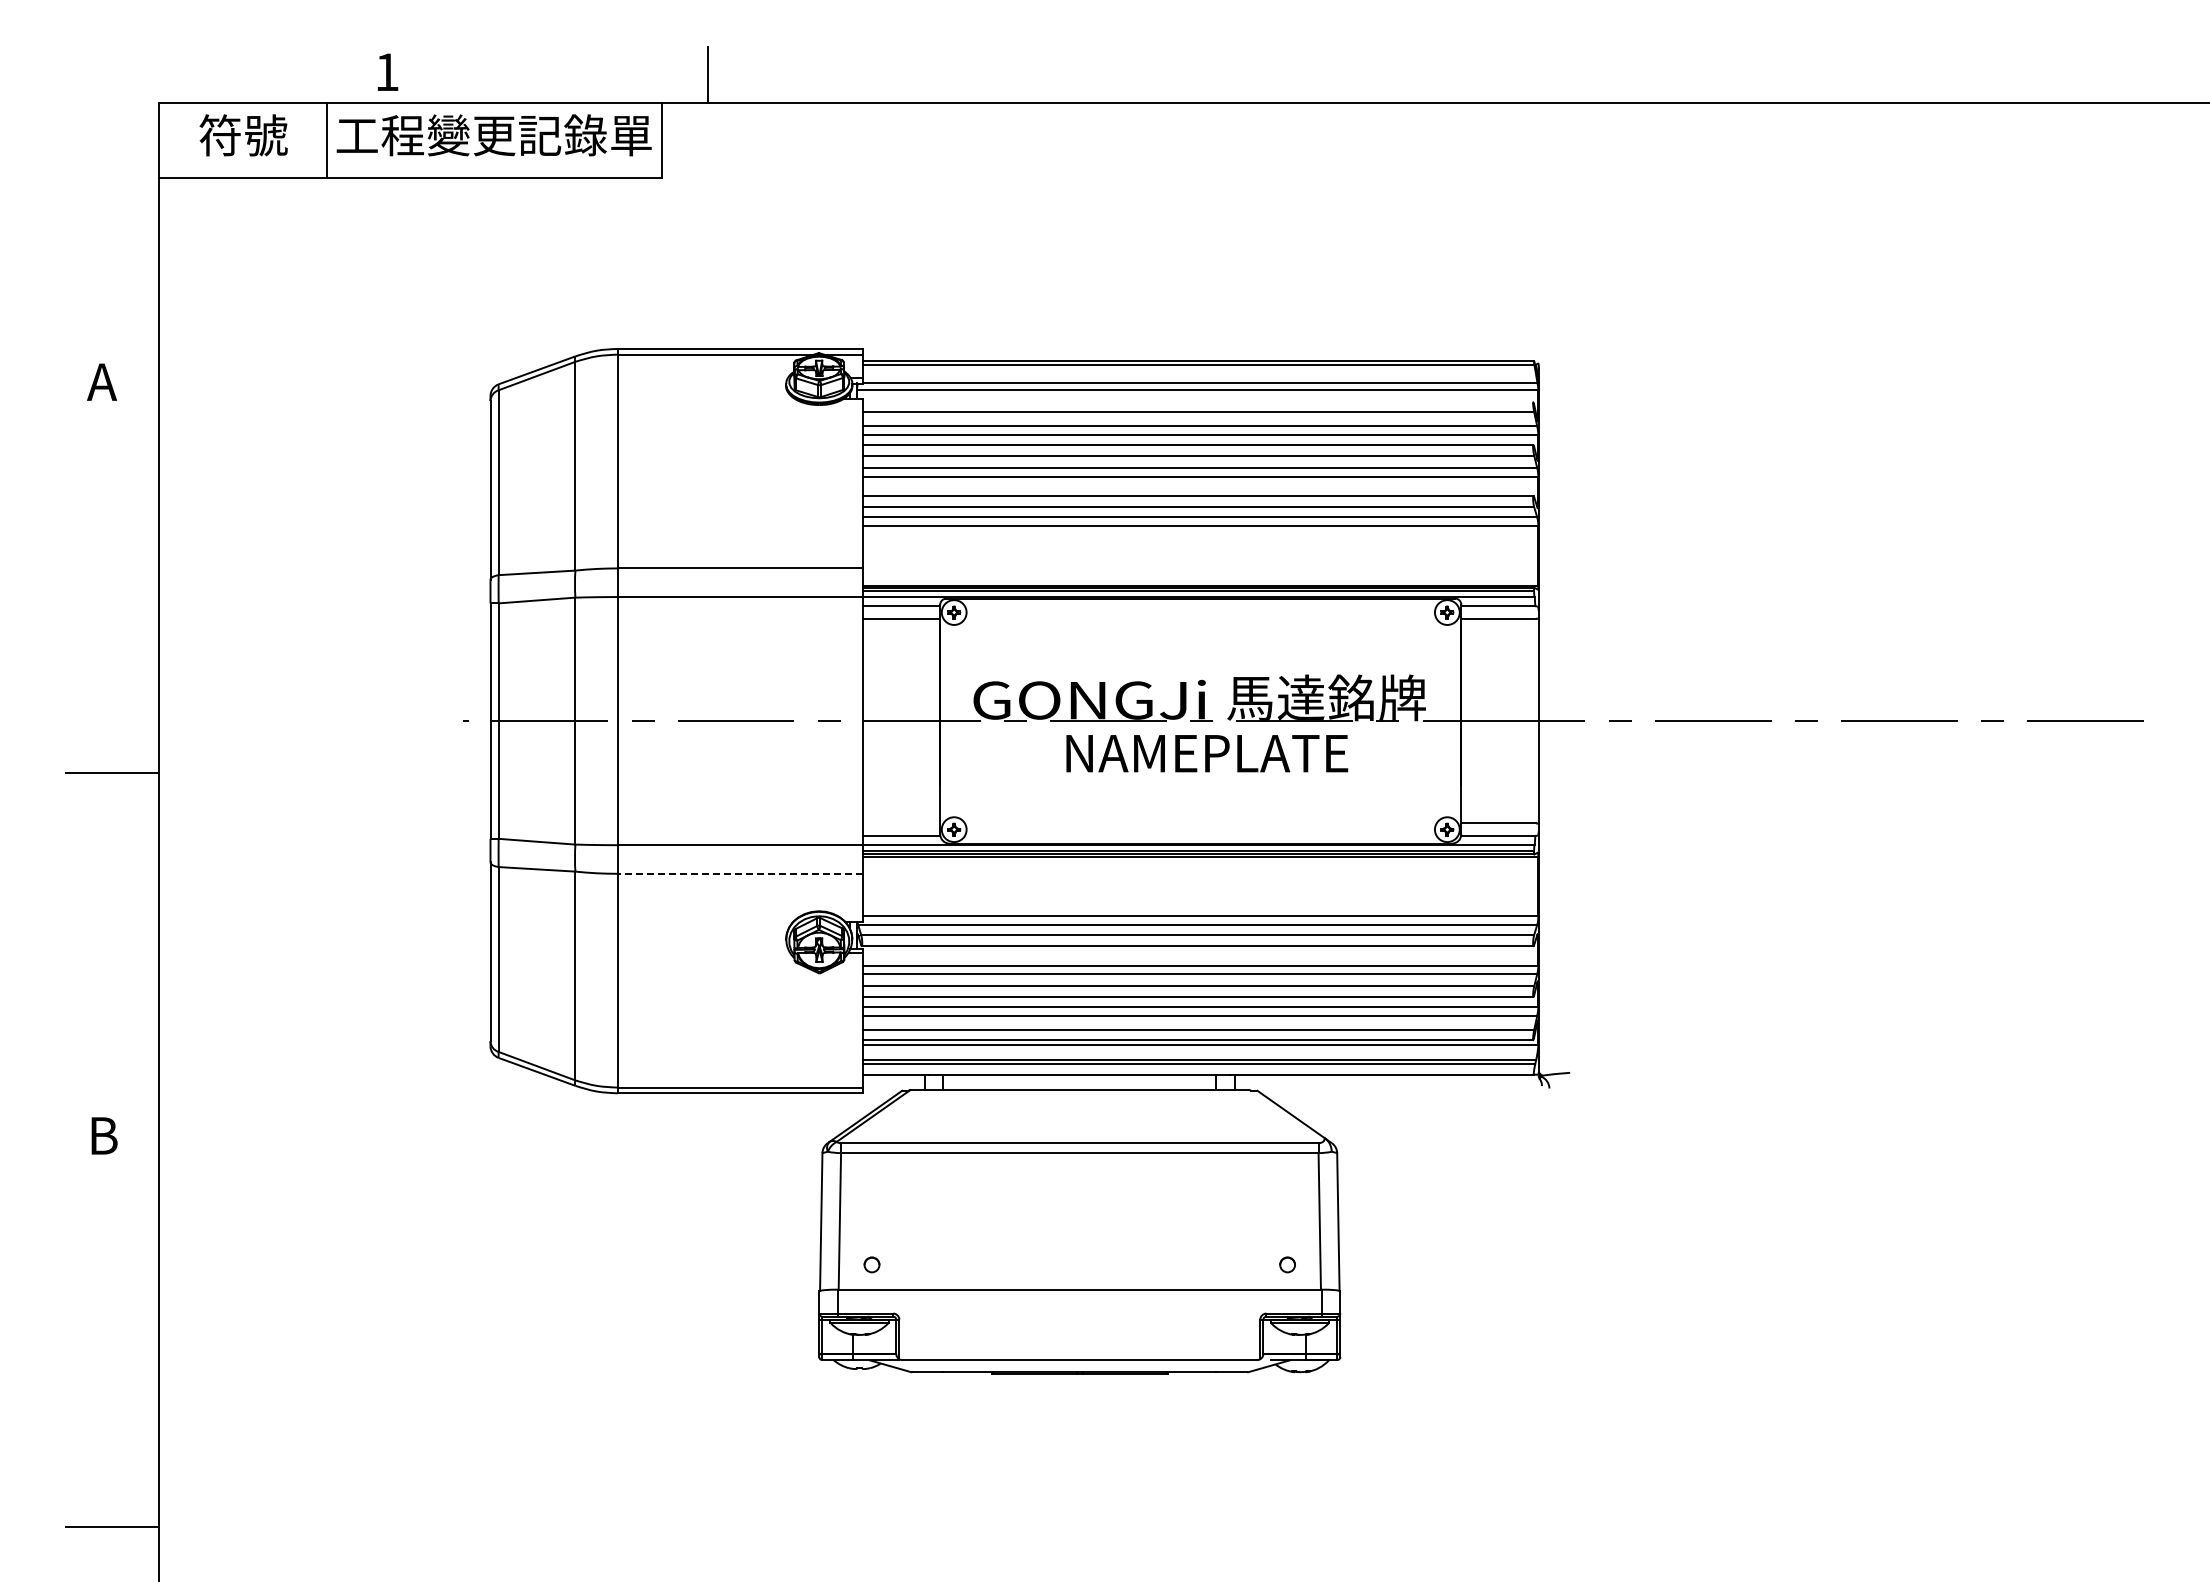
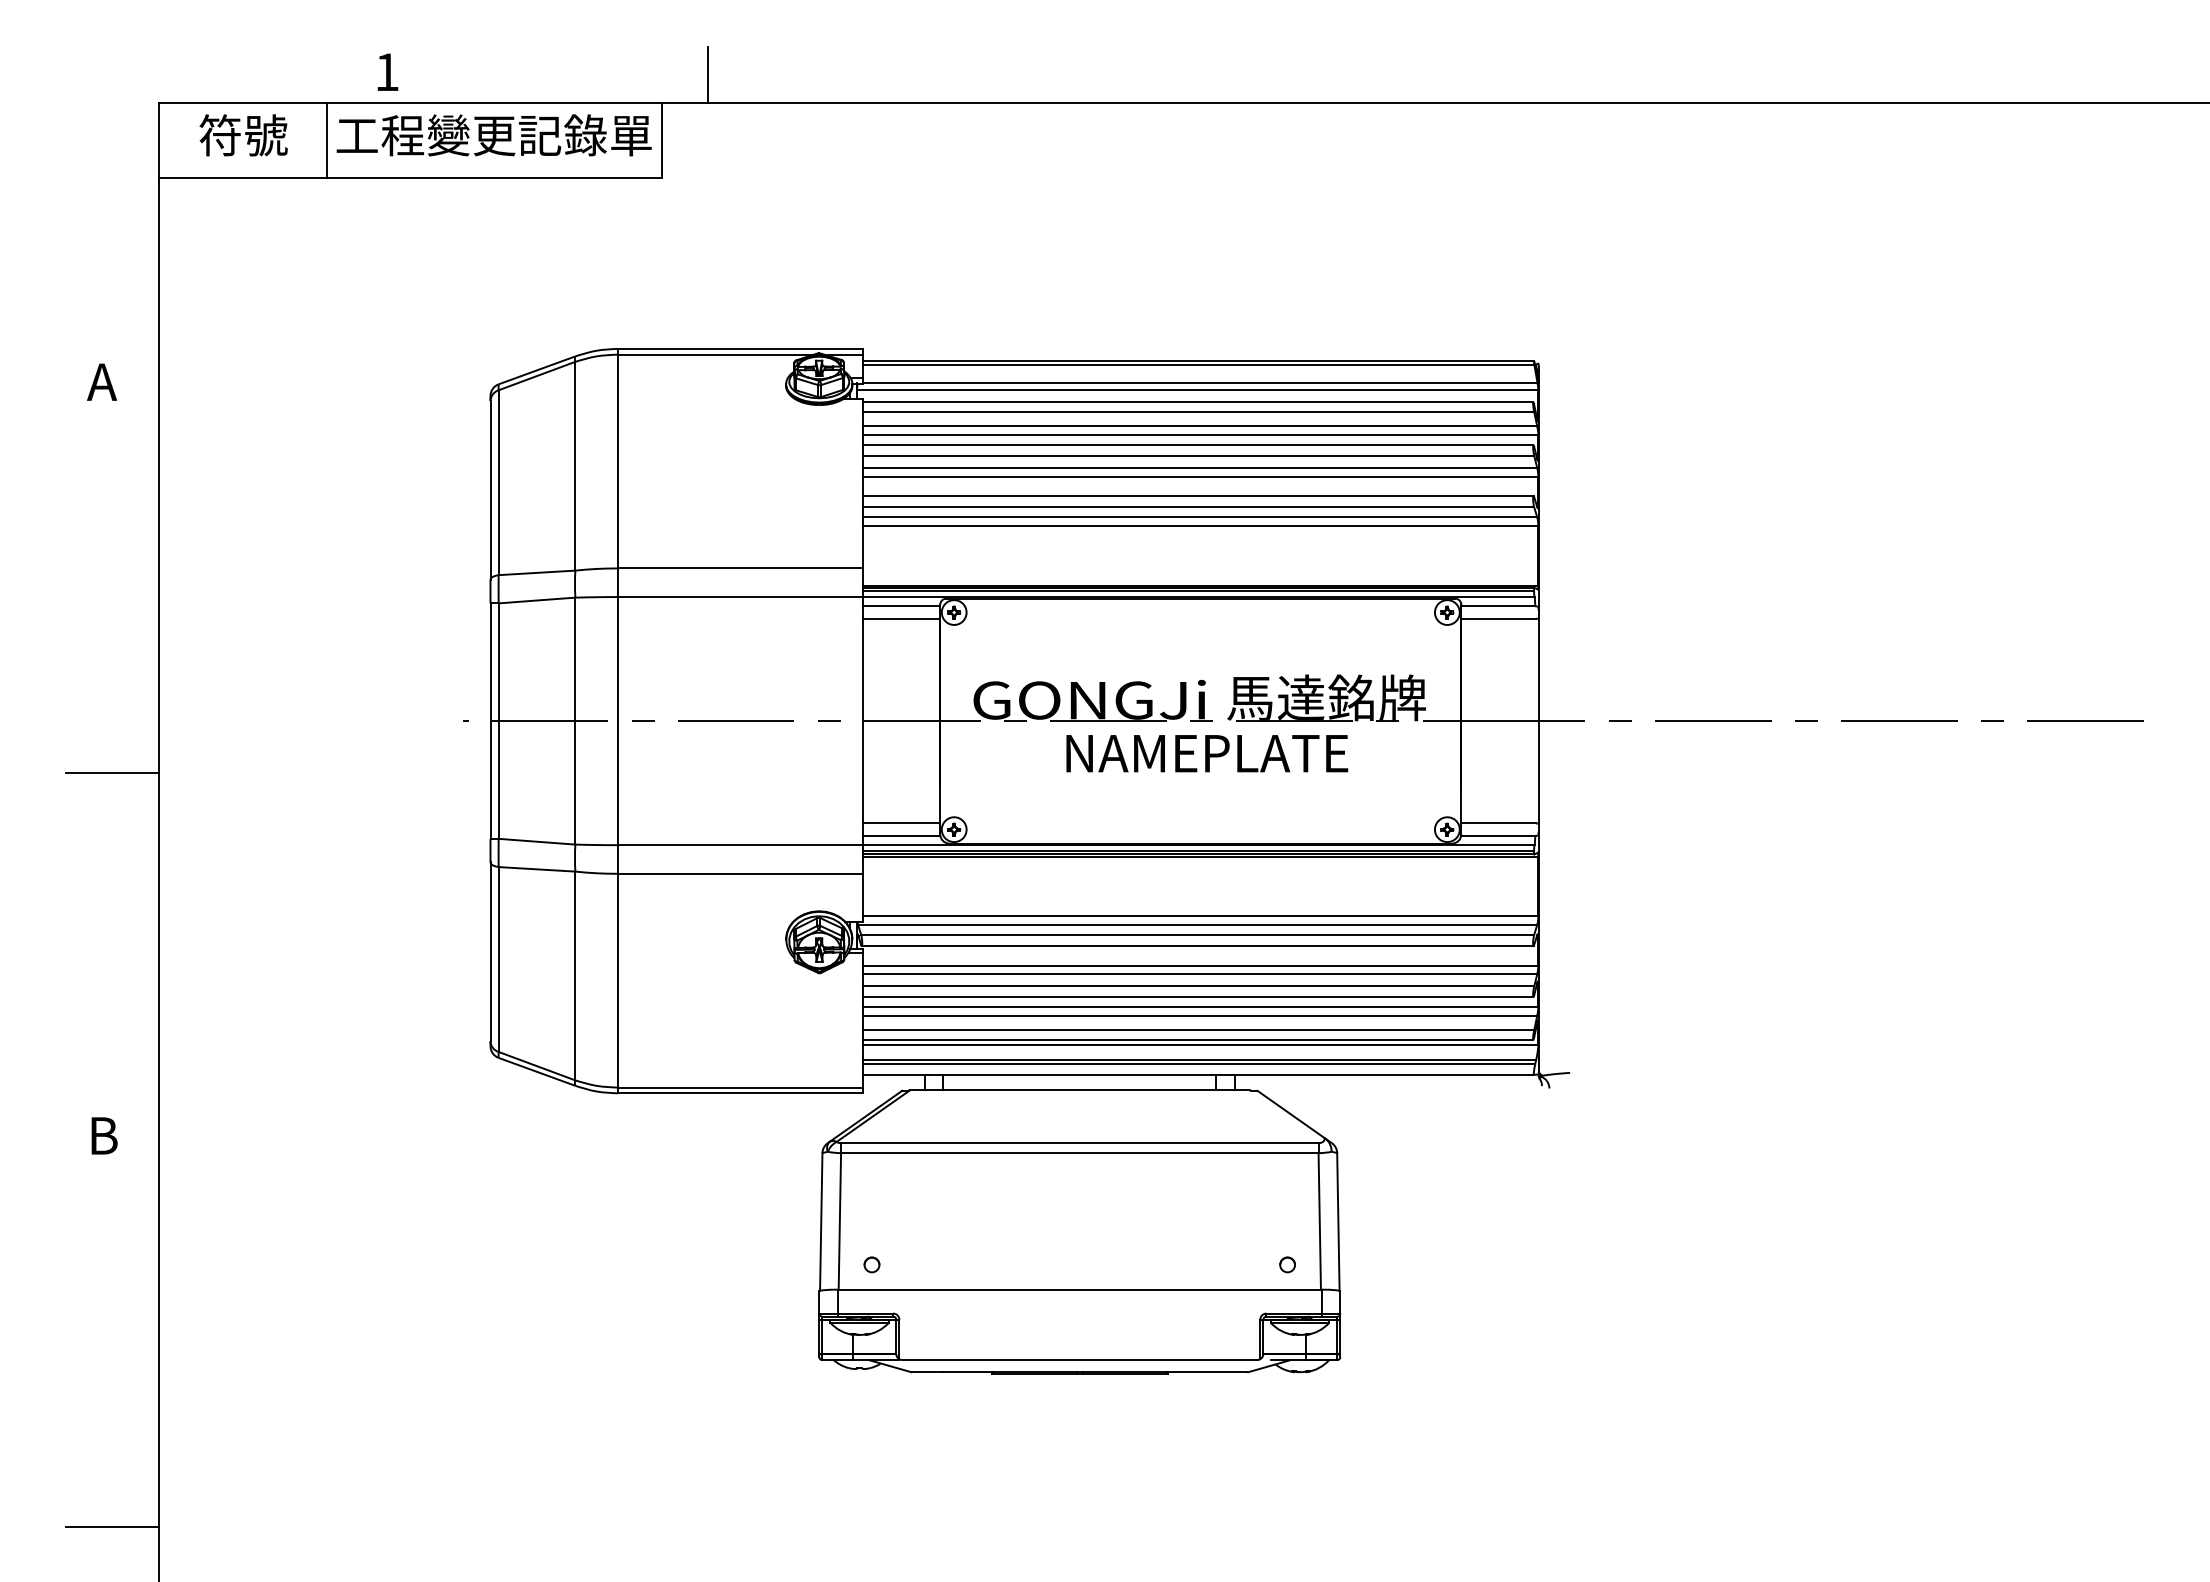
line at (1197, 402): none -> present
line at (901, 823): none -> present
line at (739, 873): dashed -> solid
